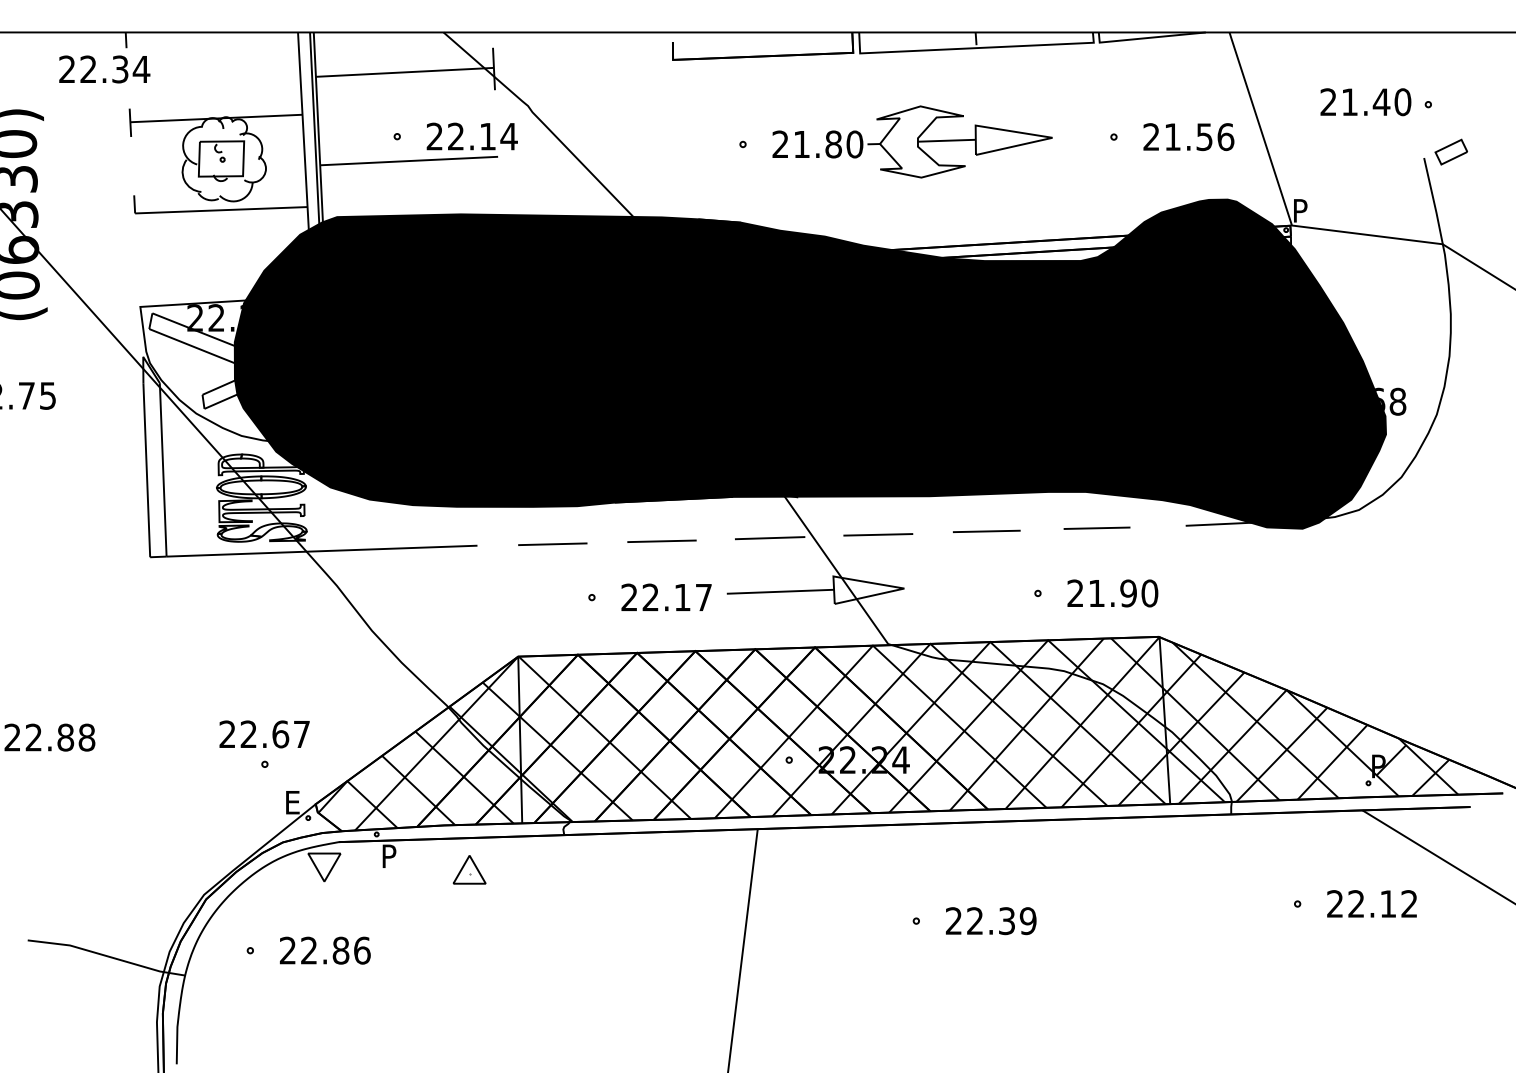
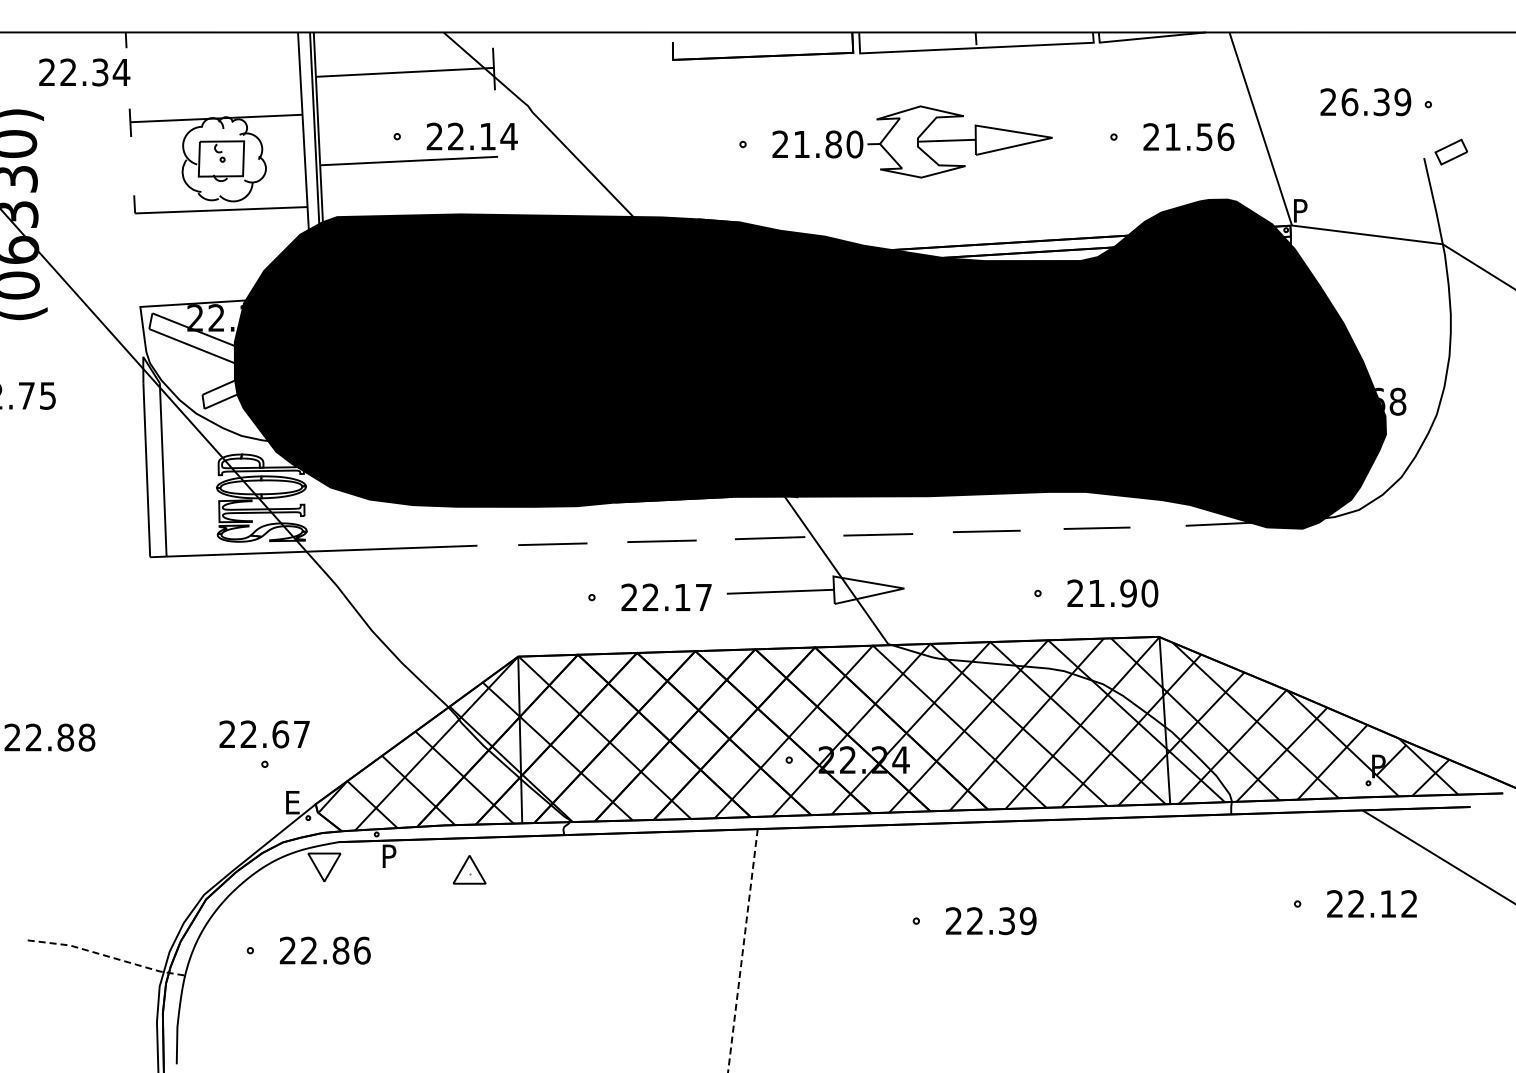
text at (104, 69) position: (104, 69) -> (84, 72)
text at (1376, 102): 21.40 -> 26.39
line at (742, 950): solid -> dashed
line at (107, 956): solid -> dashed
